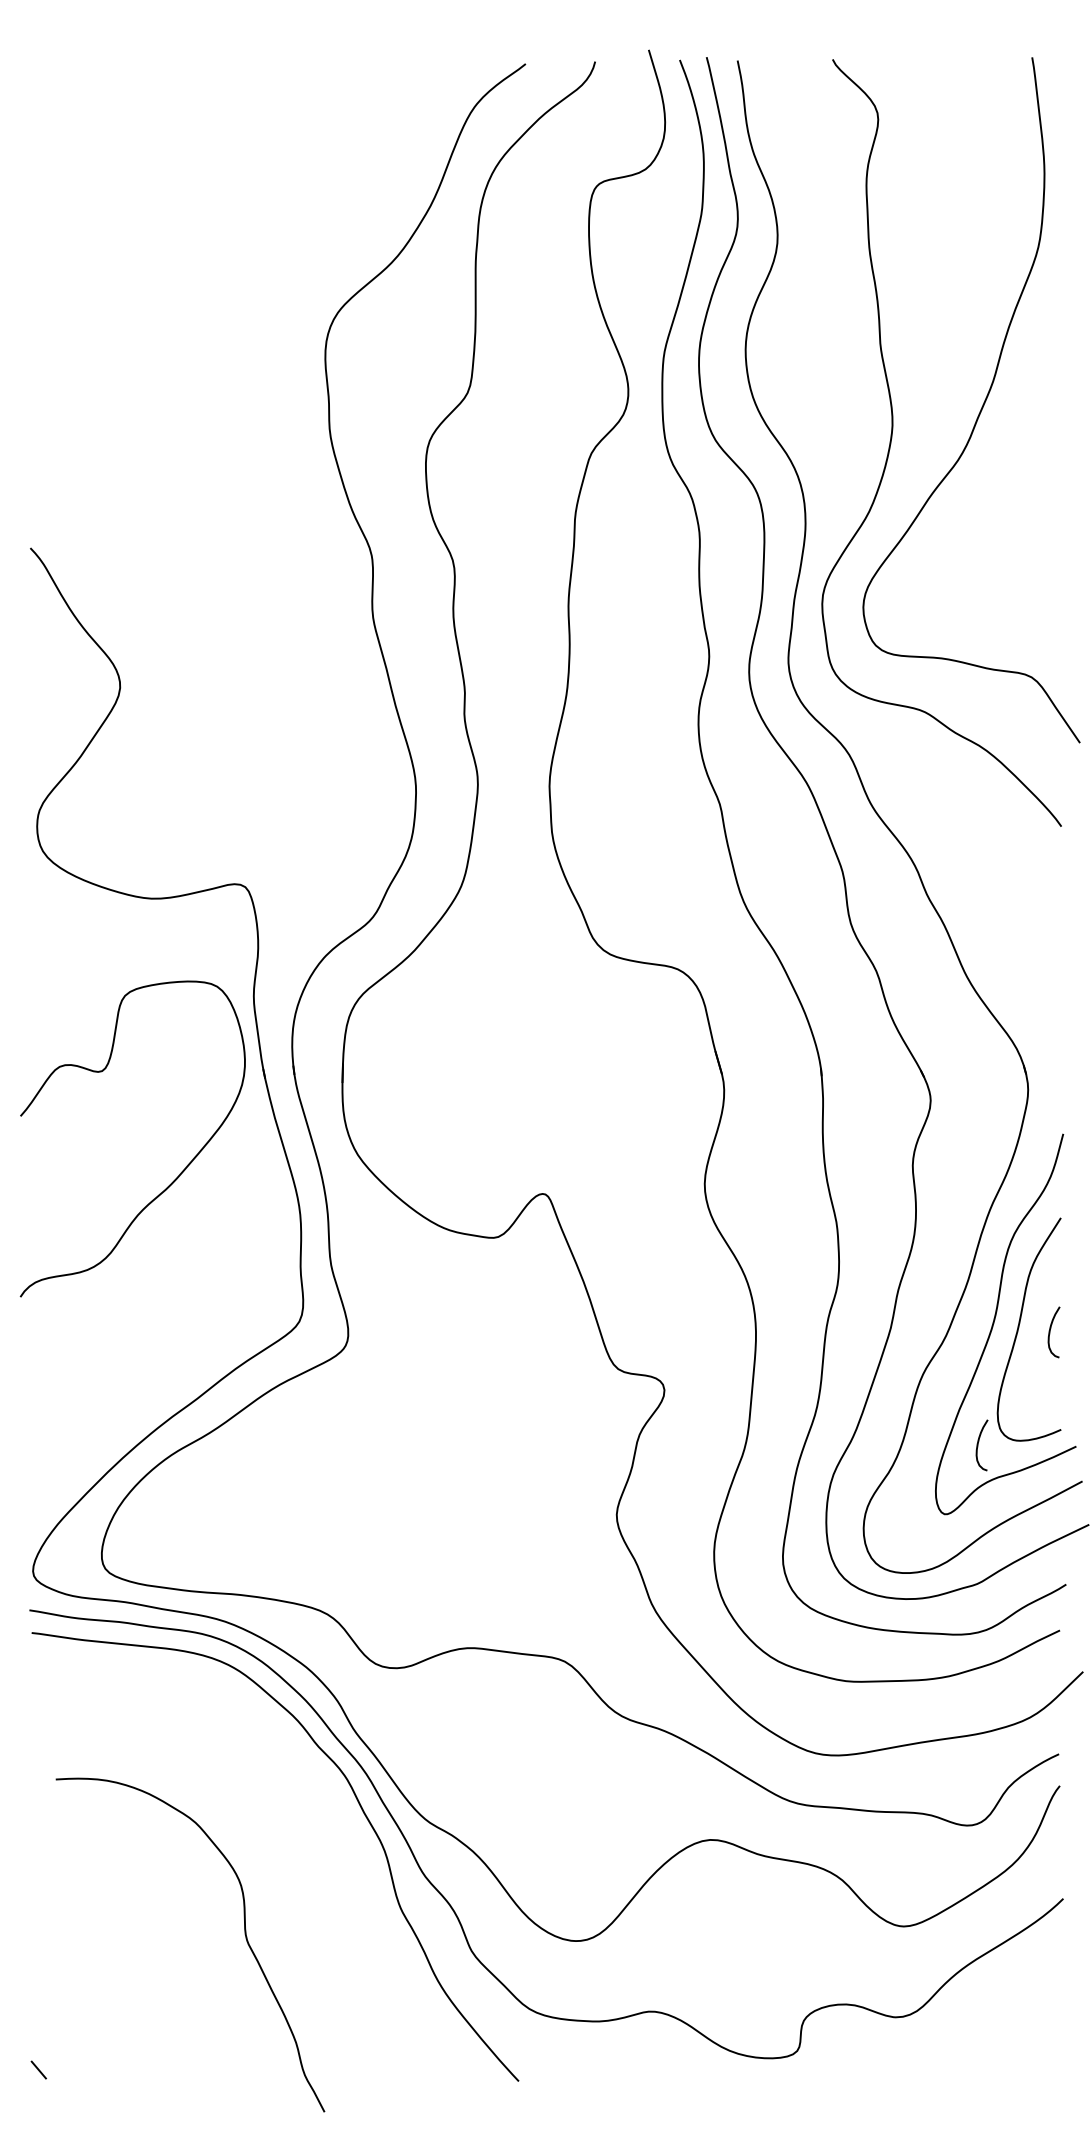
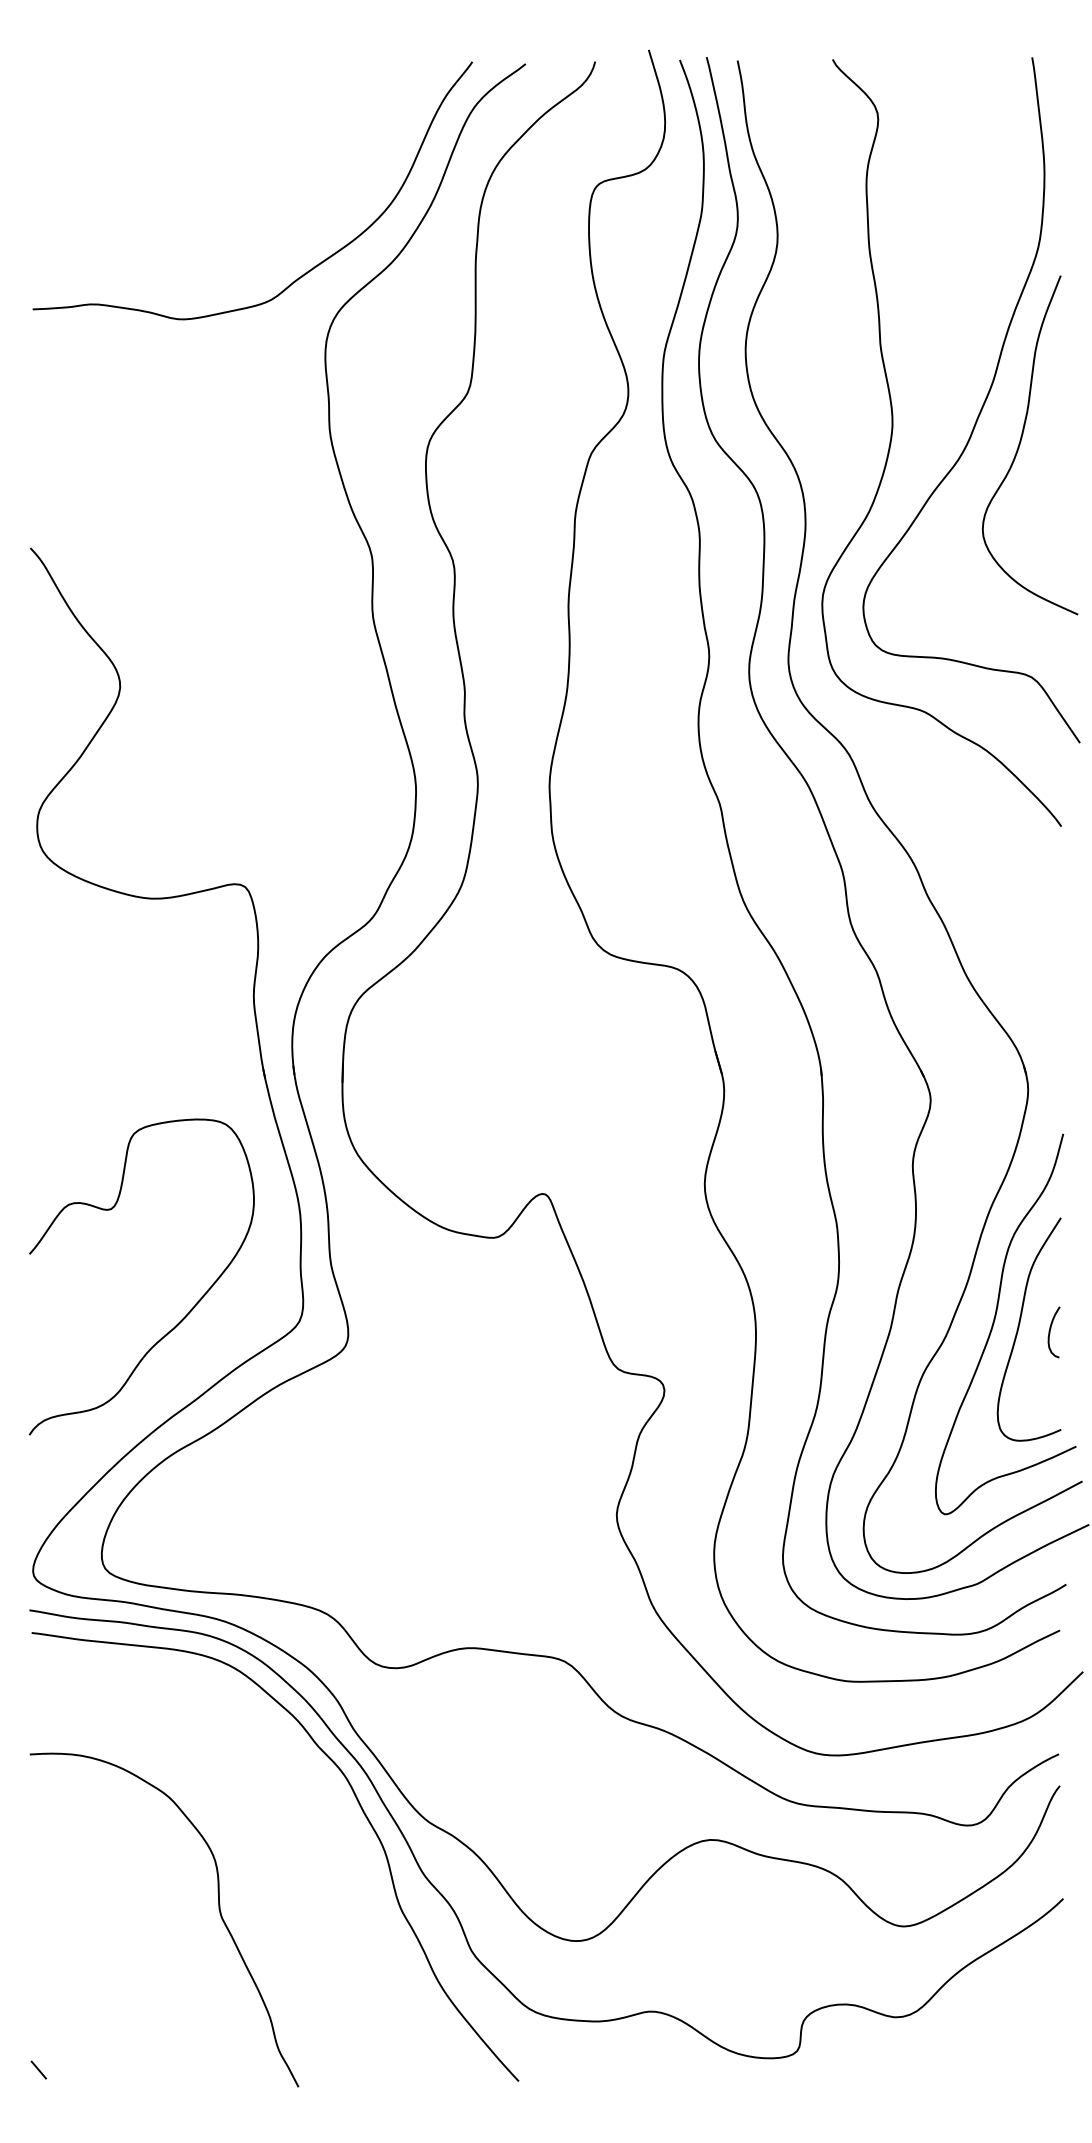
curve at (312, 267): none -> present
curve at (1021, 441): none -> present
curve at (174, 1179) position: (174, 1179) -> (183, 1317)
curve at (978, 1445): present -> none
curve at (244, 1934) position: (244, 1934) -> (218, 1909)
